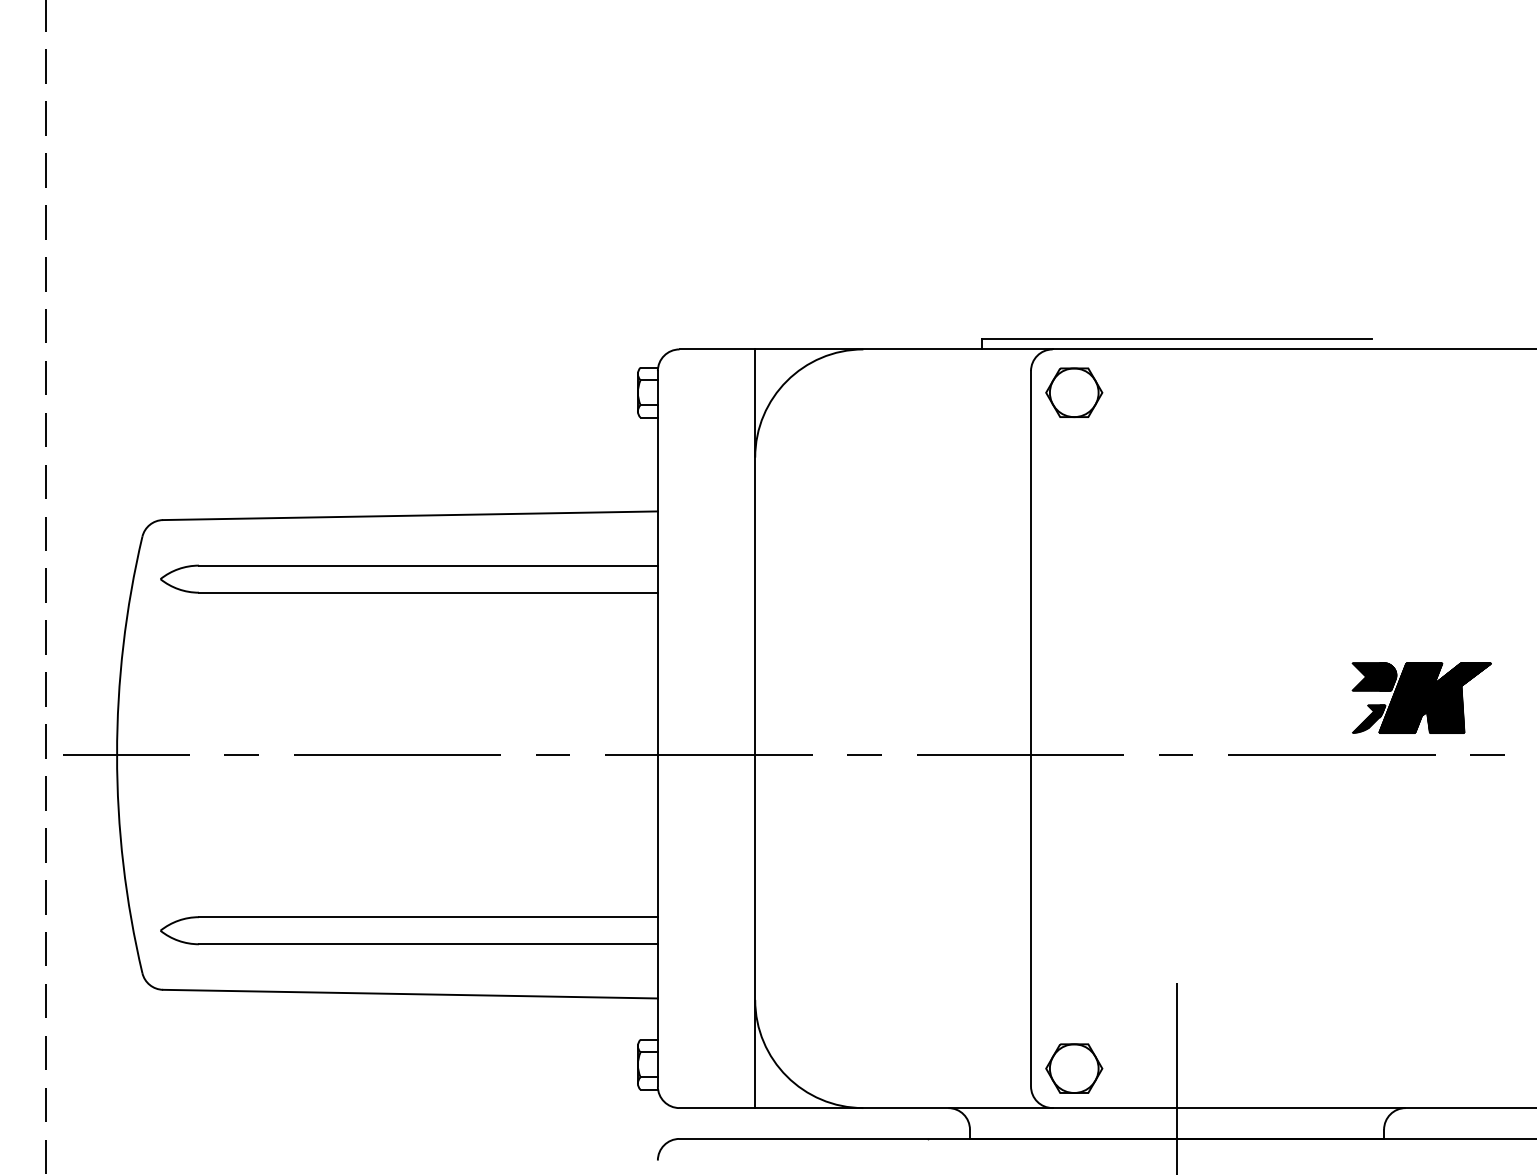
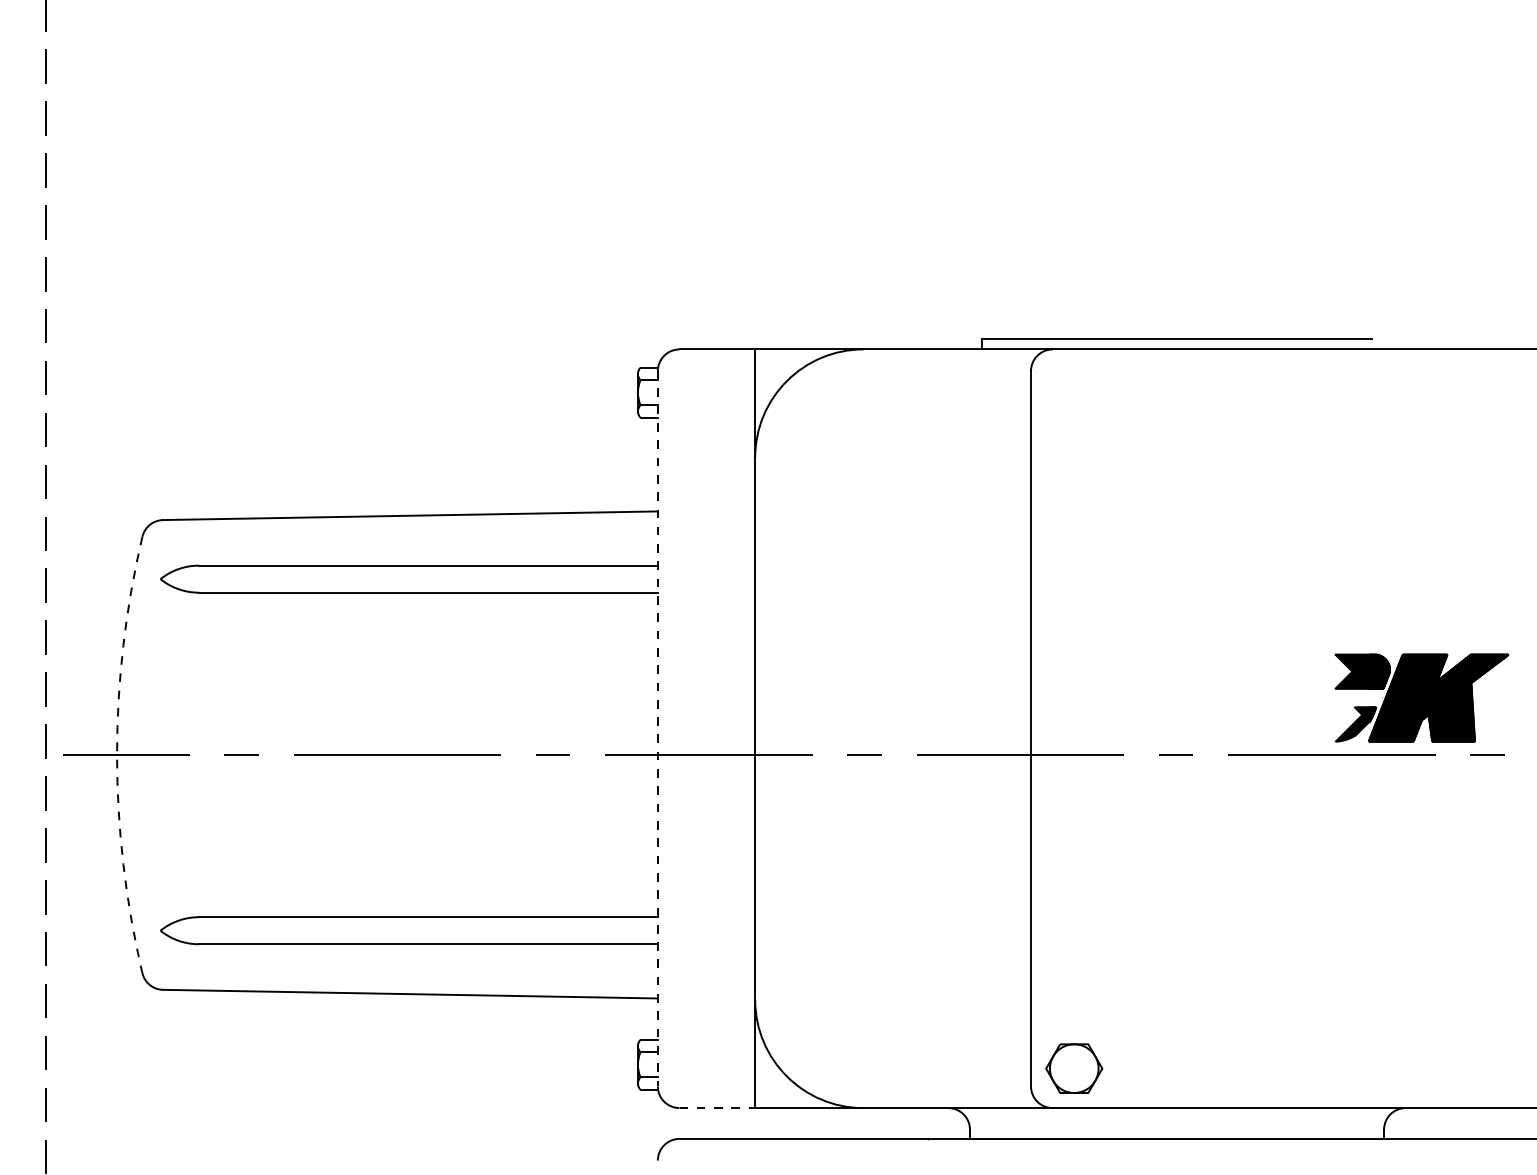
part at (1074, 392): present -> none
part at (1421, 697) size: 141x72 px -> 176x90 px
line at (657, 728): solid -> dashed
arc at (117, 754): solid -> dashed
line at (1177, 1076): present -> none
line at (717, 1108): solid -> dashed
